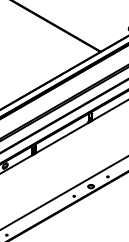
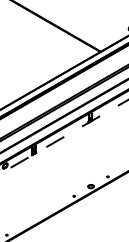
line at (64, 136): solid -> dashed
line at (63, 193): present -> none
